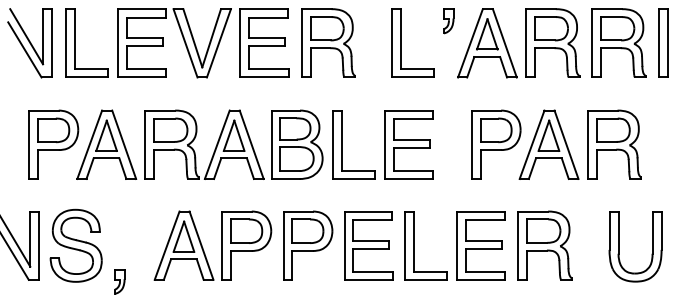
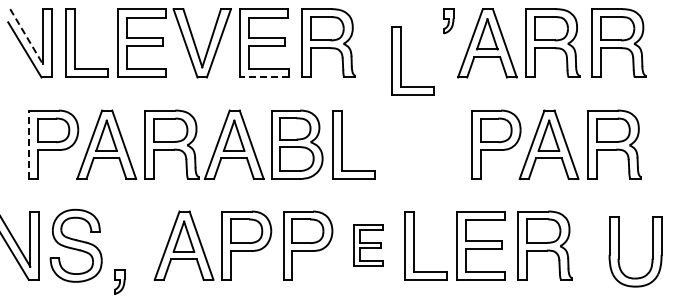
line at (26, 37): solid -> dashed
part at (401, 42) position: (401, 42) -> (401, 60)
part at (663, 42): present -> none
line at (263, 77): solid -> dashed
line at (29, 144): solid -> dashed
part at (408, 144): present -> none
part at (368, 245) size: 50x70 px -> 31x43 px
part at (619, 246) position: (619, 246) -> (619, 251)
